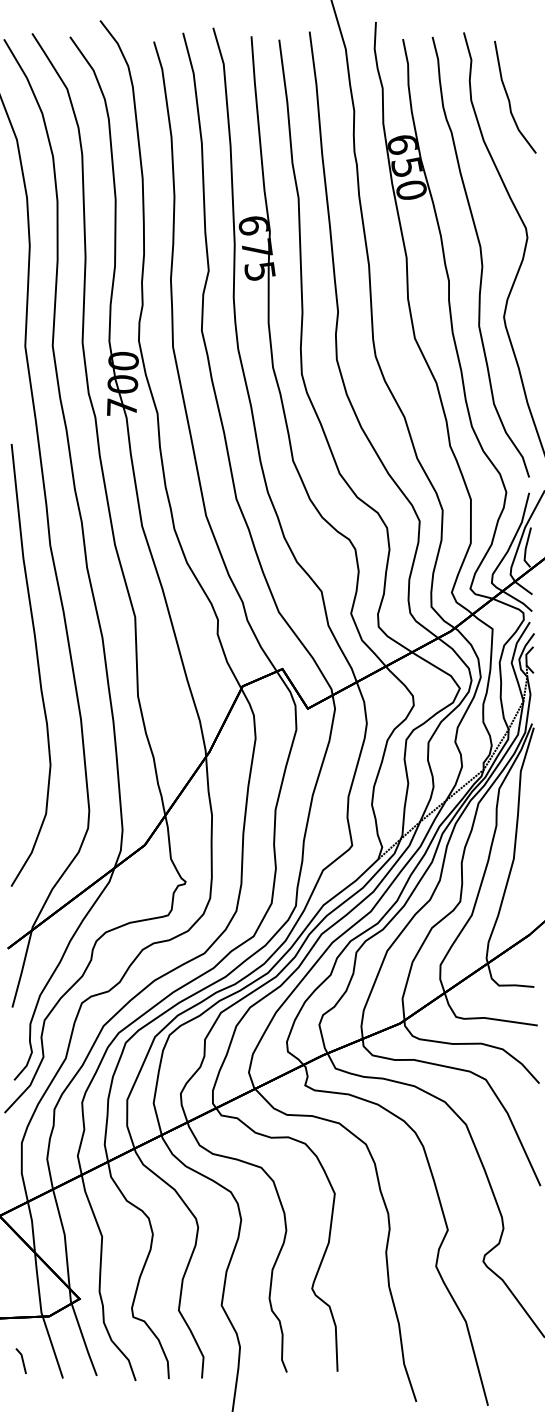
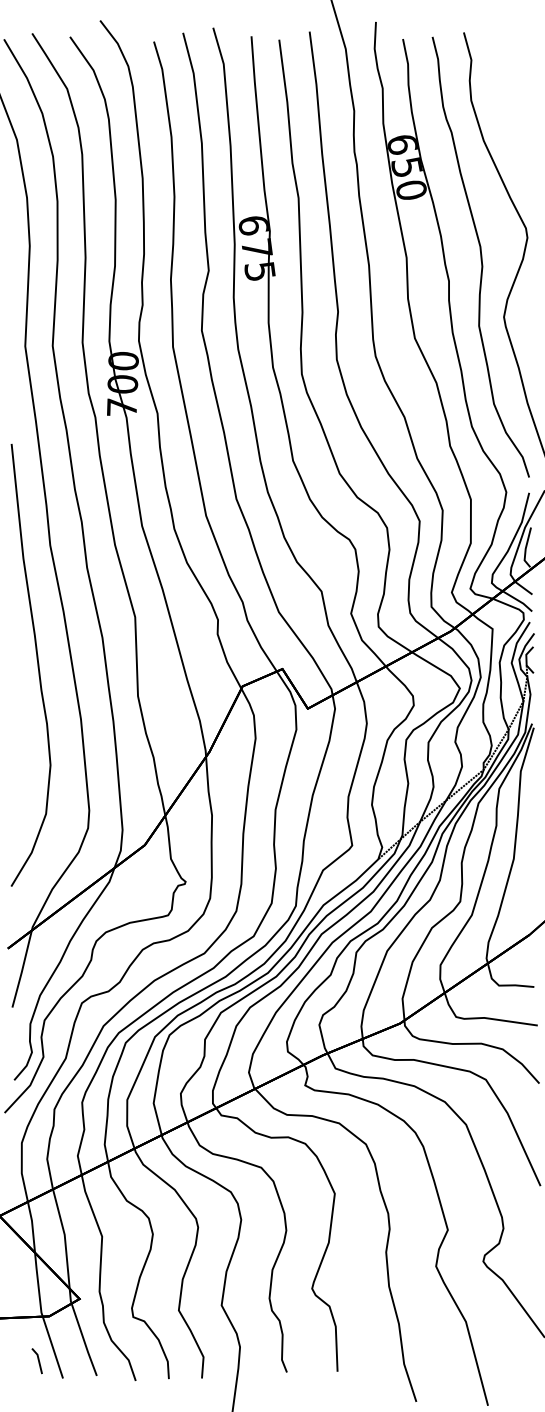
curve at (509, 98): present -> none
line at (22, 1361) position: (22, 1361) -> (38, 1361)
